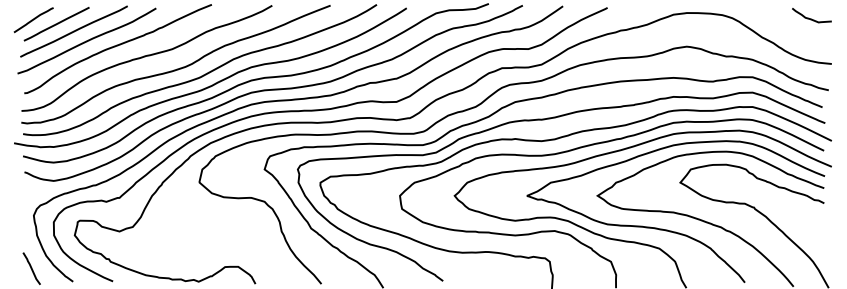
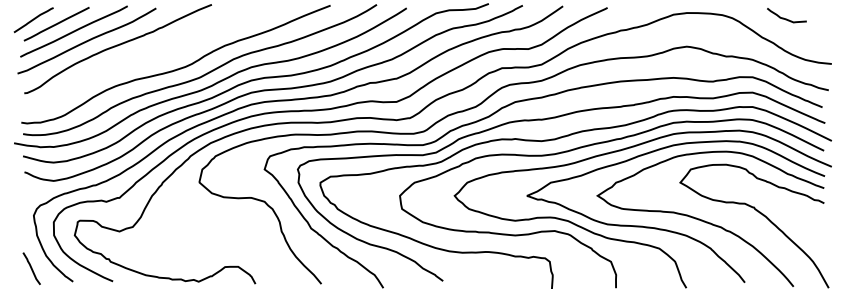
curve at (811, 18) position: (811, 18) -> (786, 18)
curve at (145, 57): present -> none
